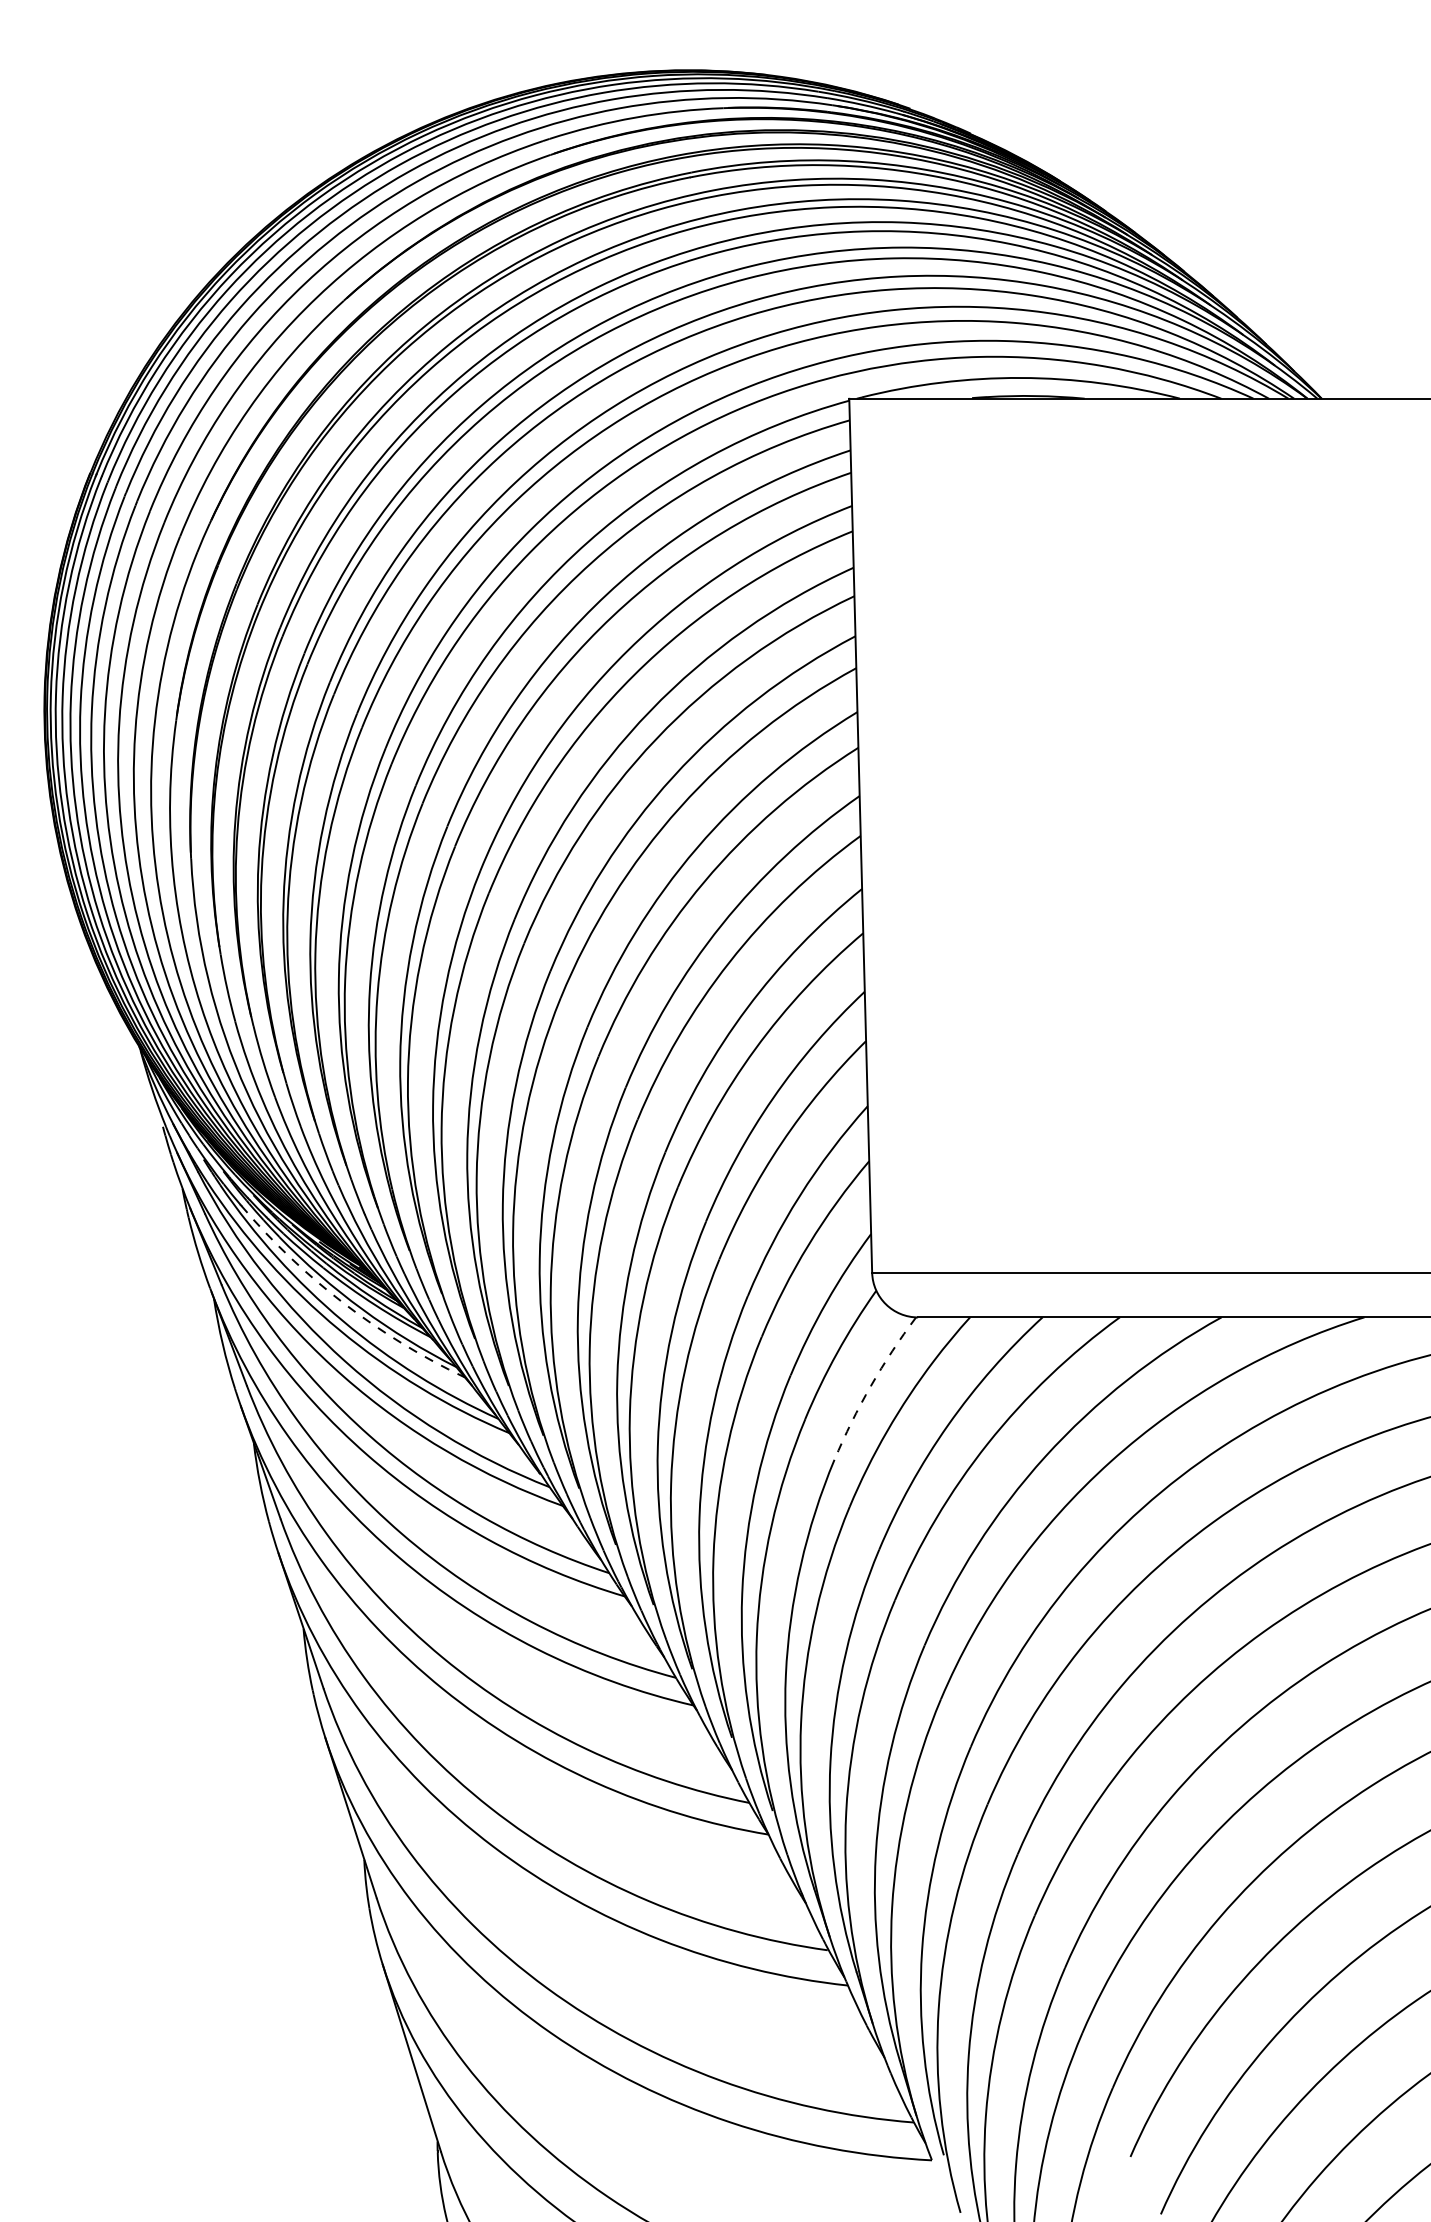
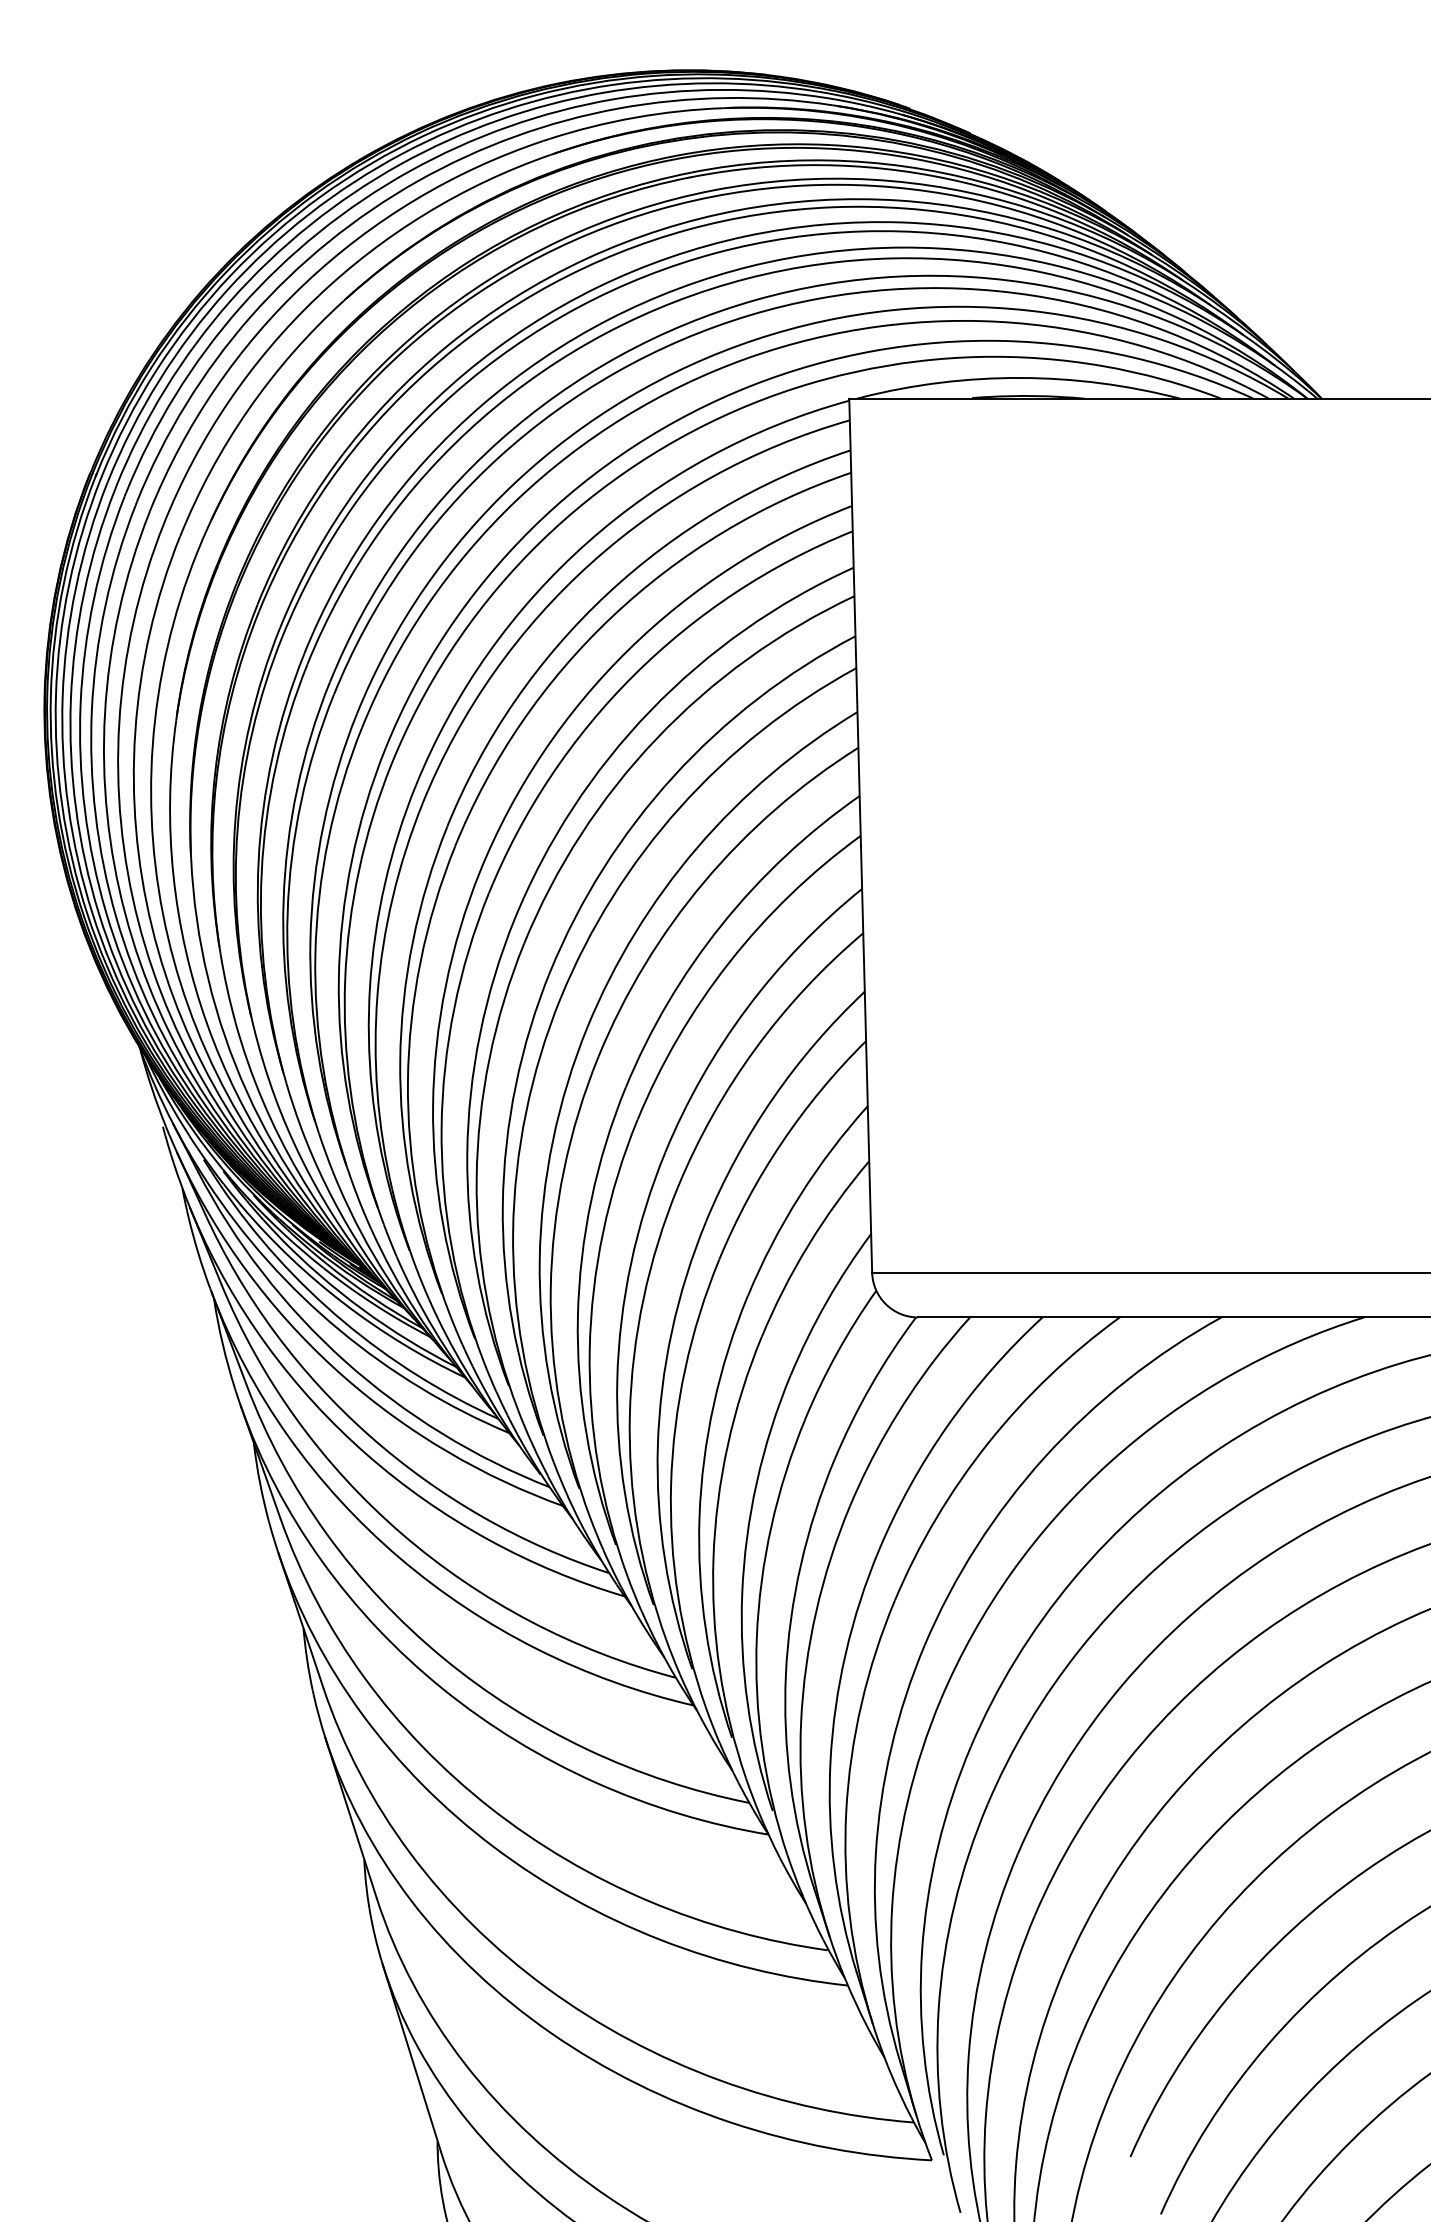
arc at (344, 1303): dashed -> solid
arc at (870, 1386): dashed -> solid
